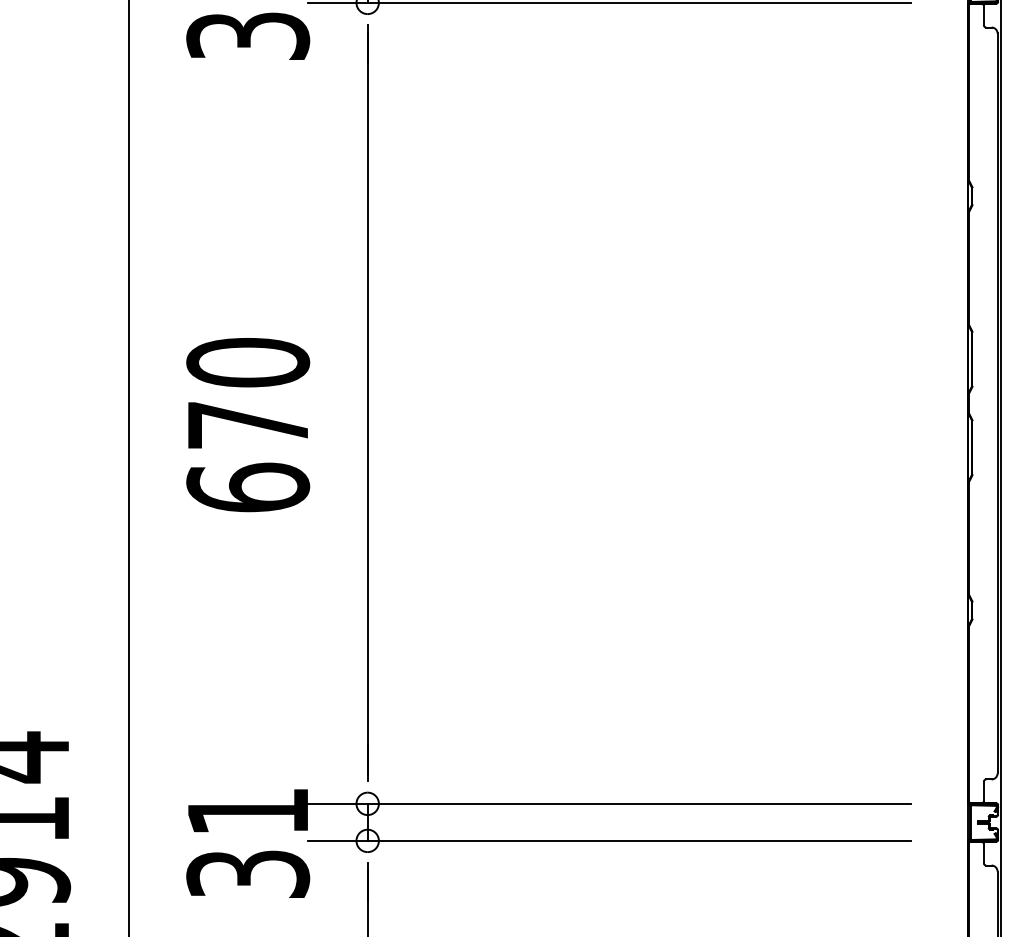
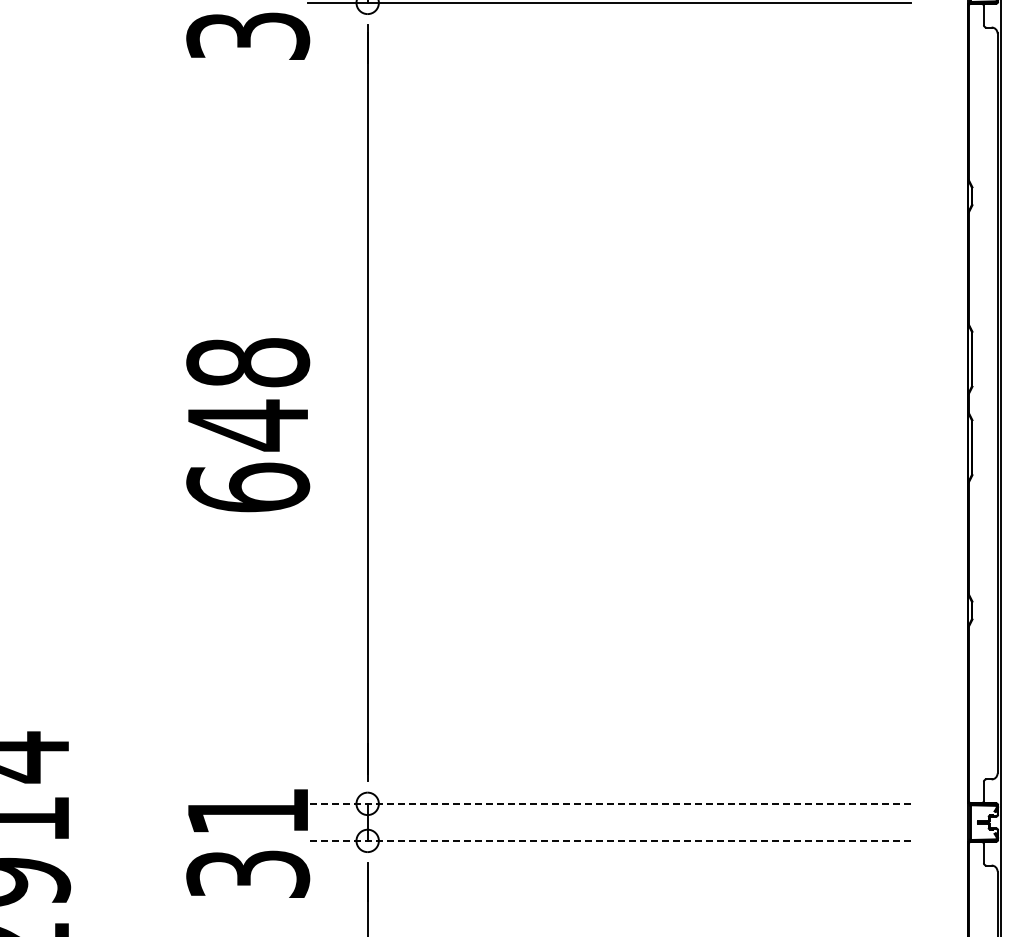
text at (247, 394): 670 -> 648
line at (128, 467): present -> none
line at (608, 803): solid -> dashed
line at (608, 840): solid -> dashed
